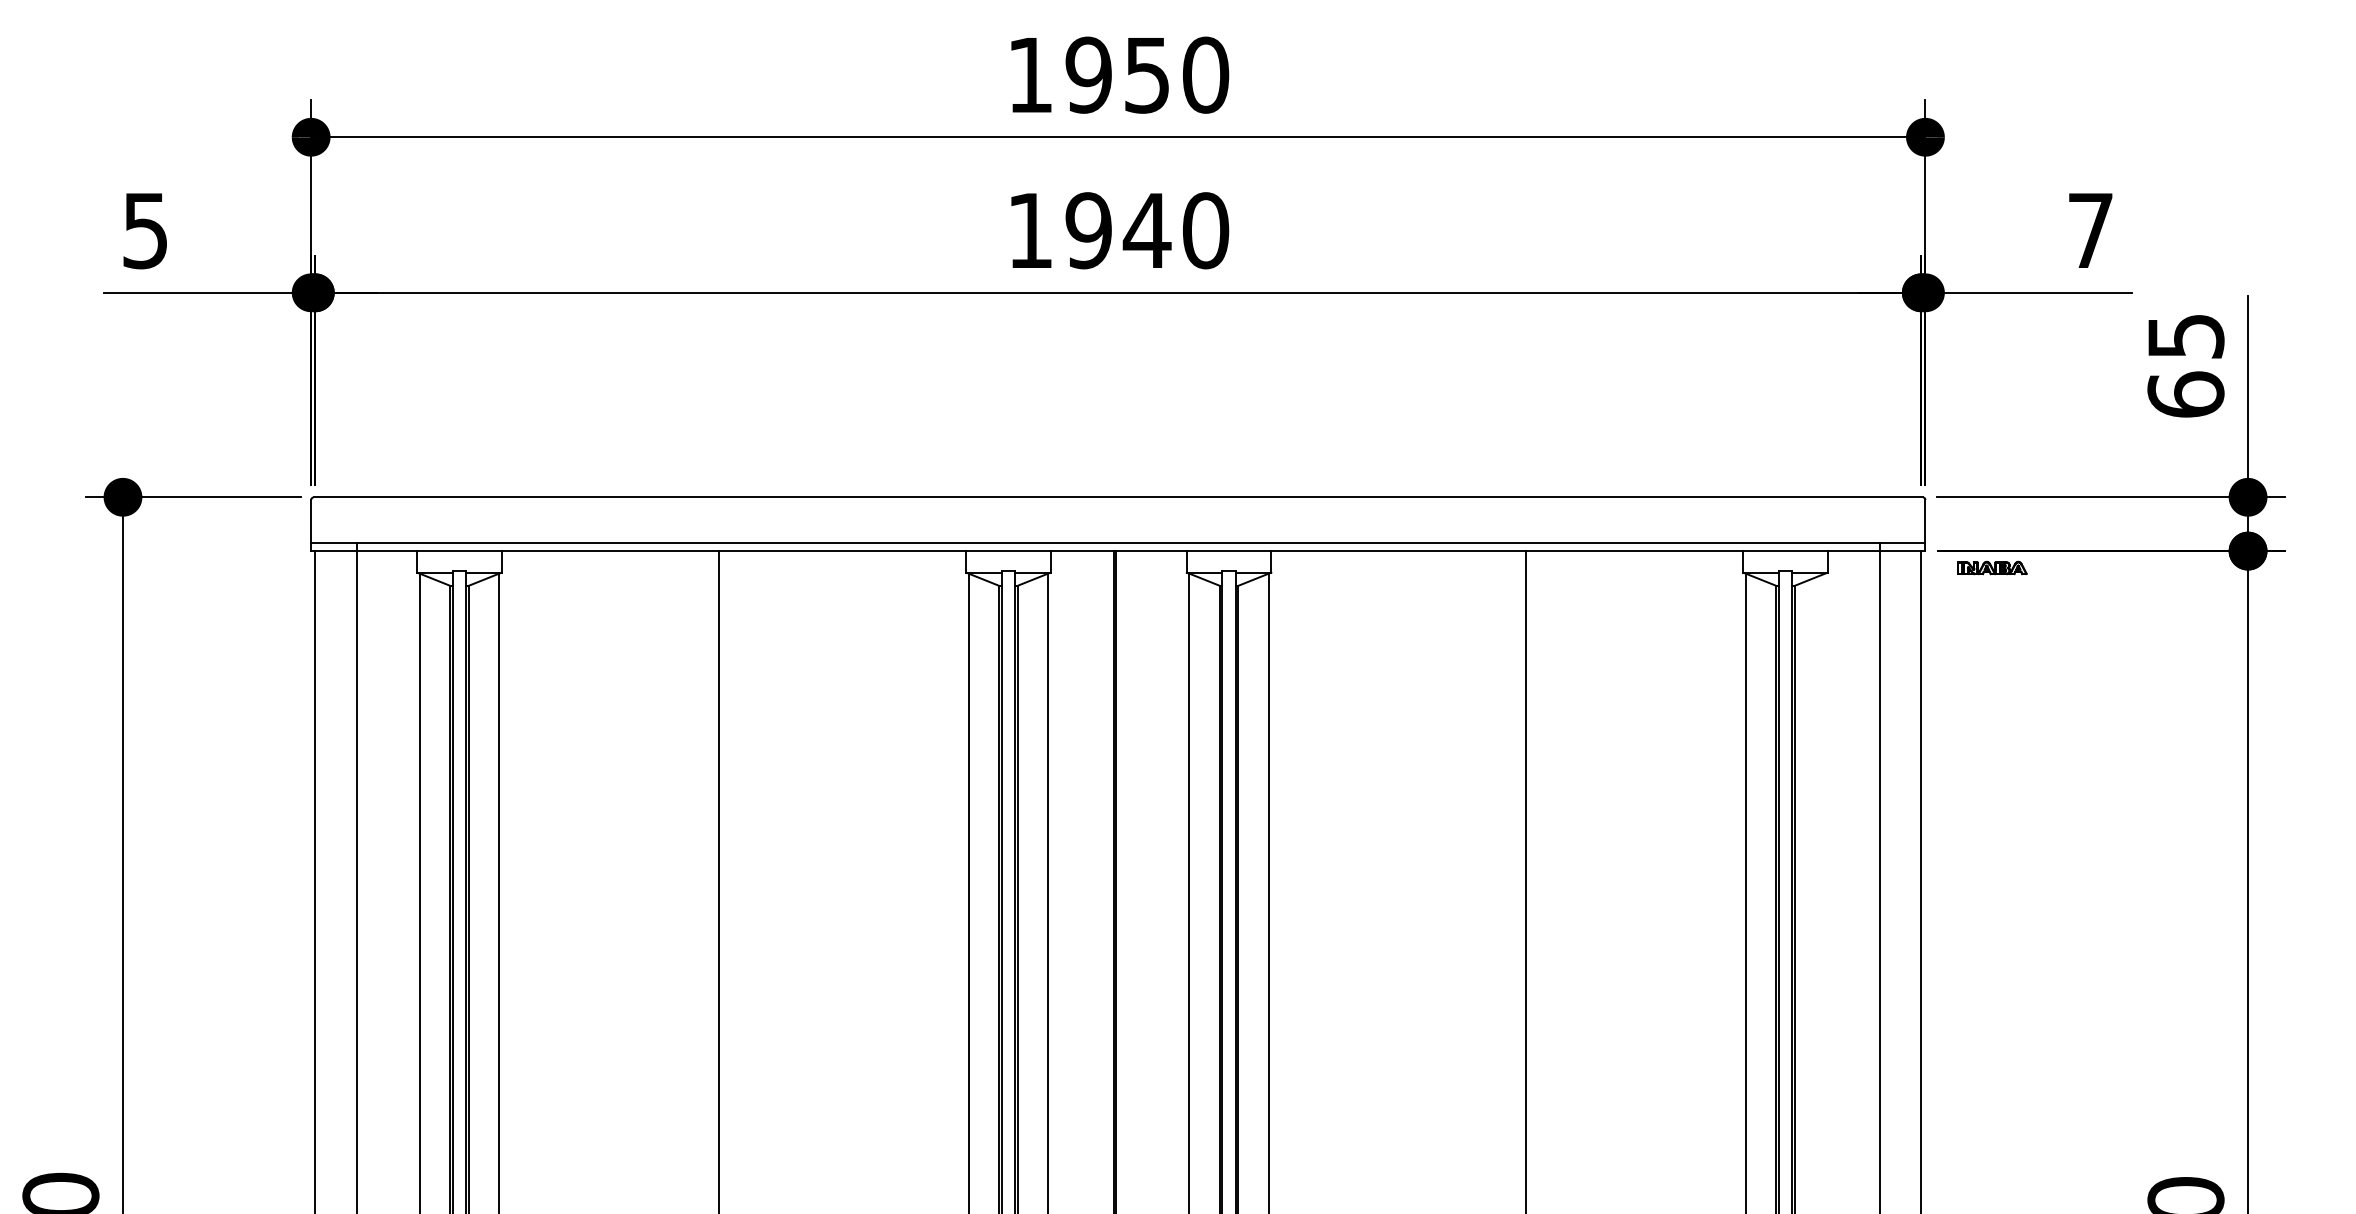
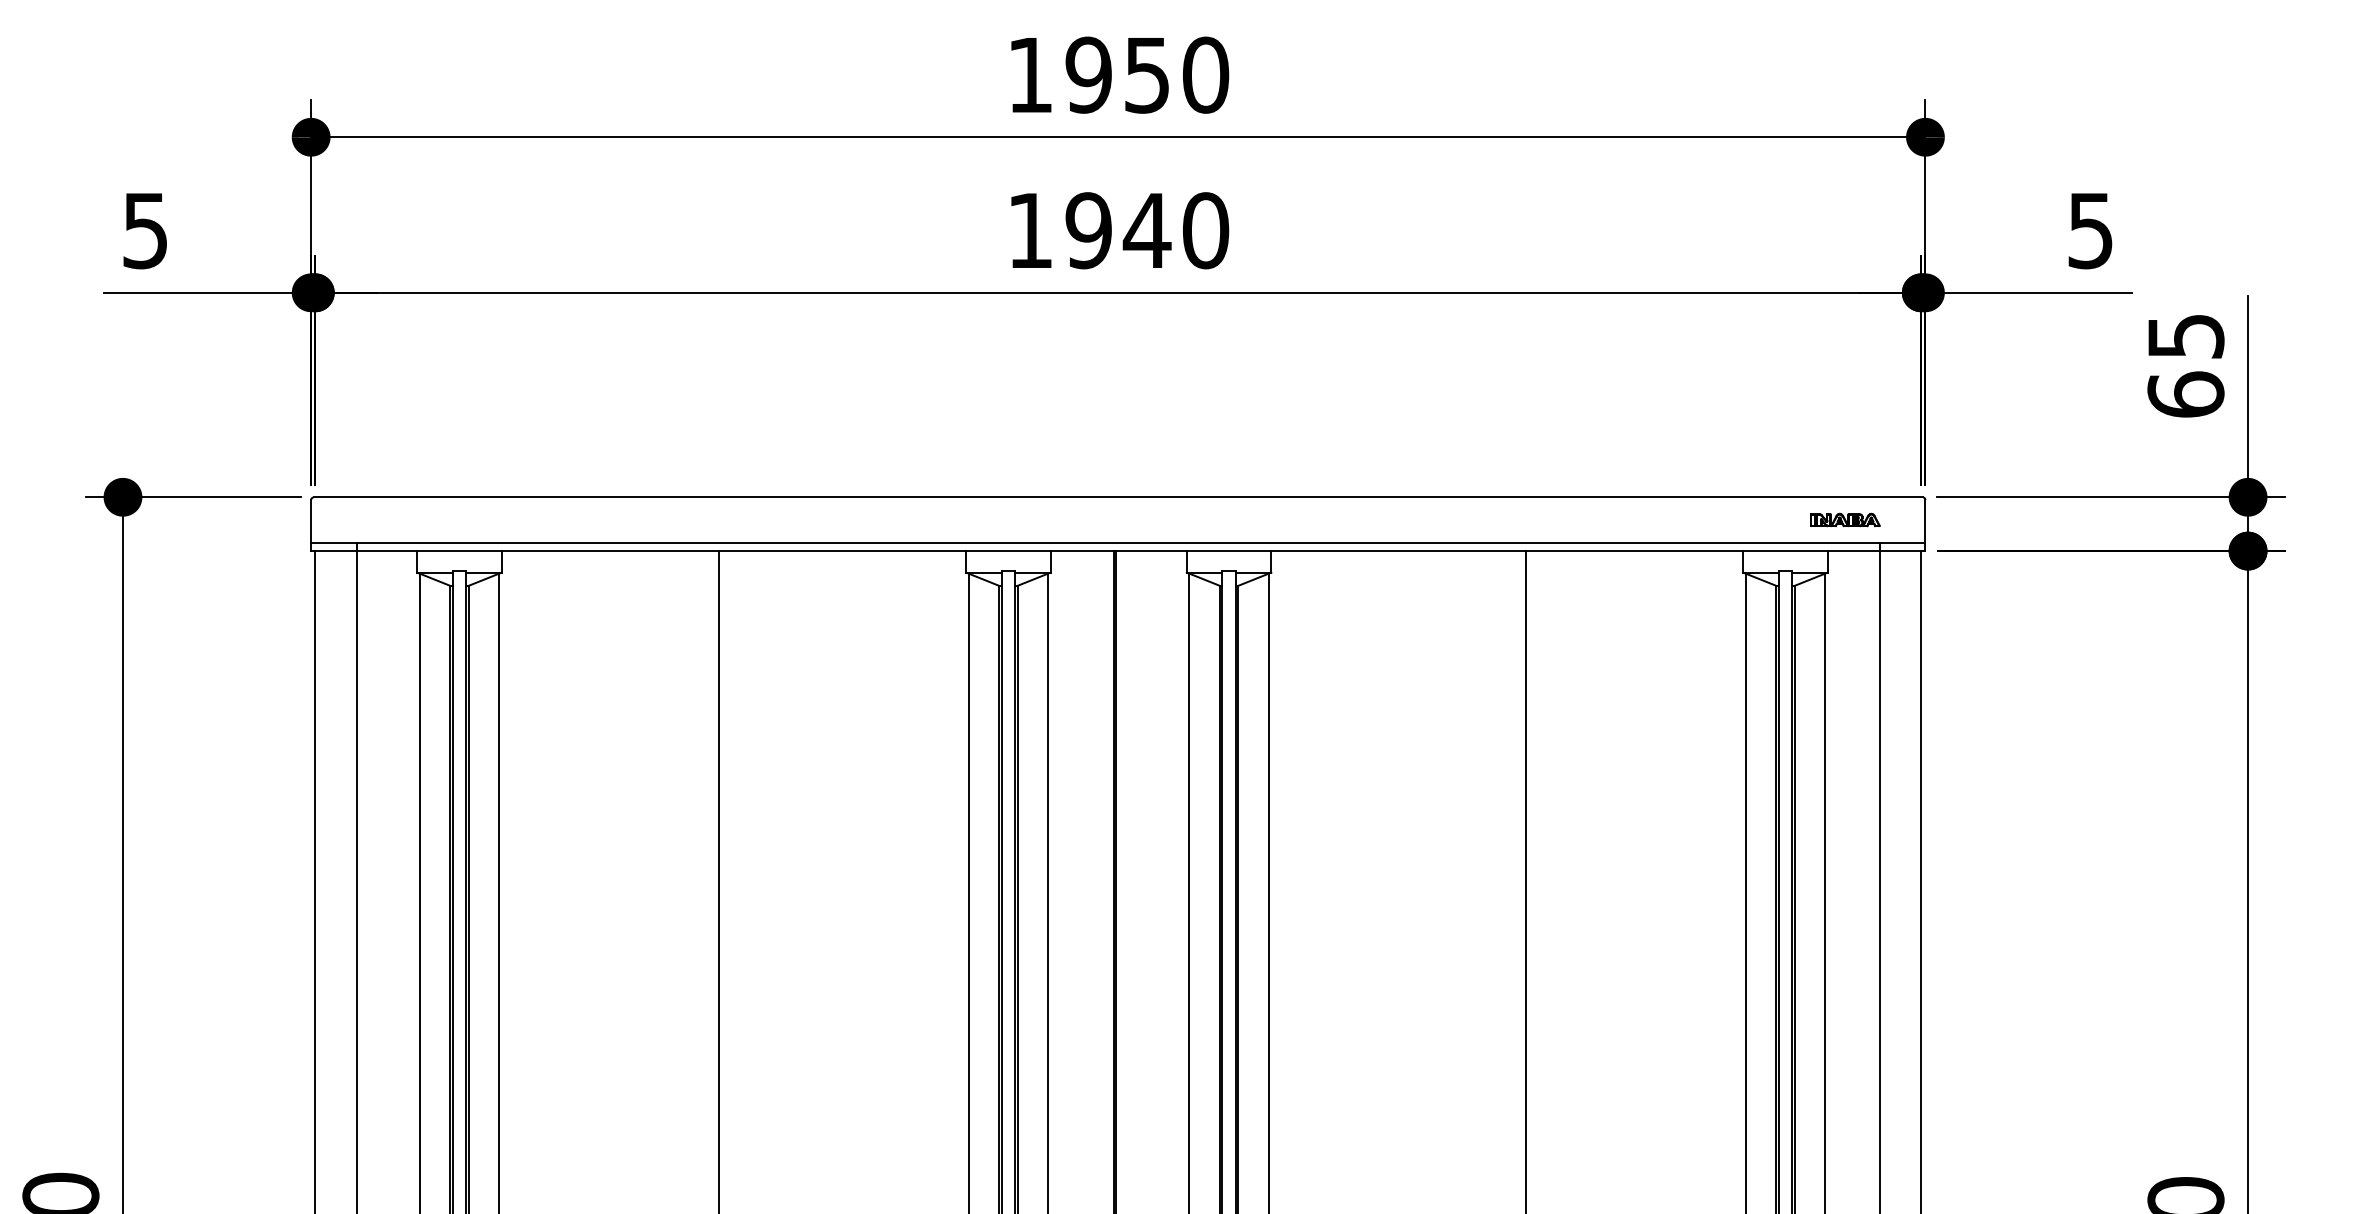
text at (2090, 231): 7 -> 5
part at (1992, 567) position: (1992, 567) -> (1845, 519)
line at (1825, 891): none -> present
